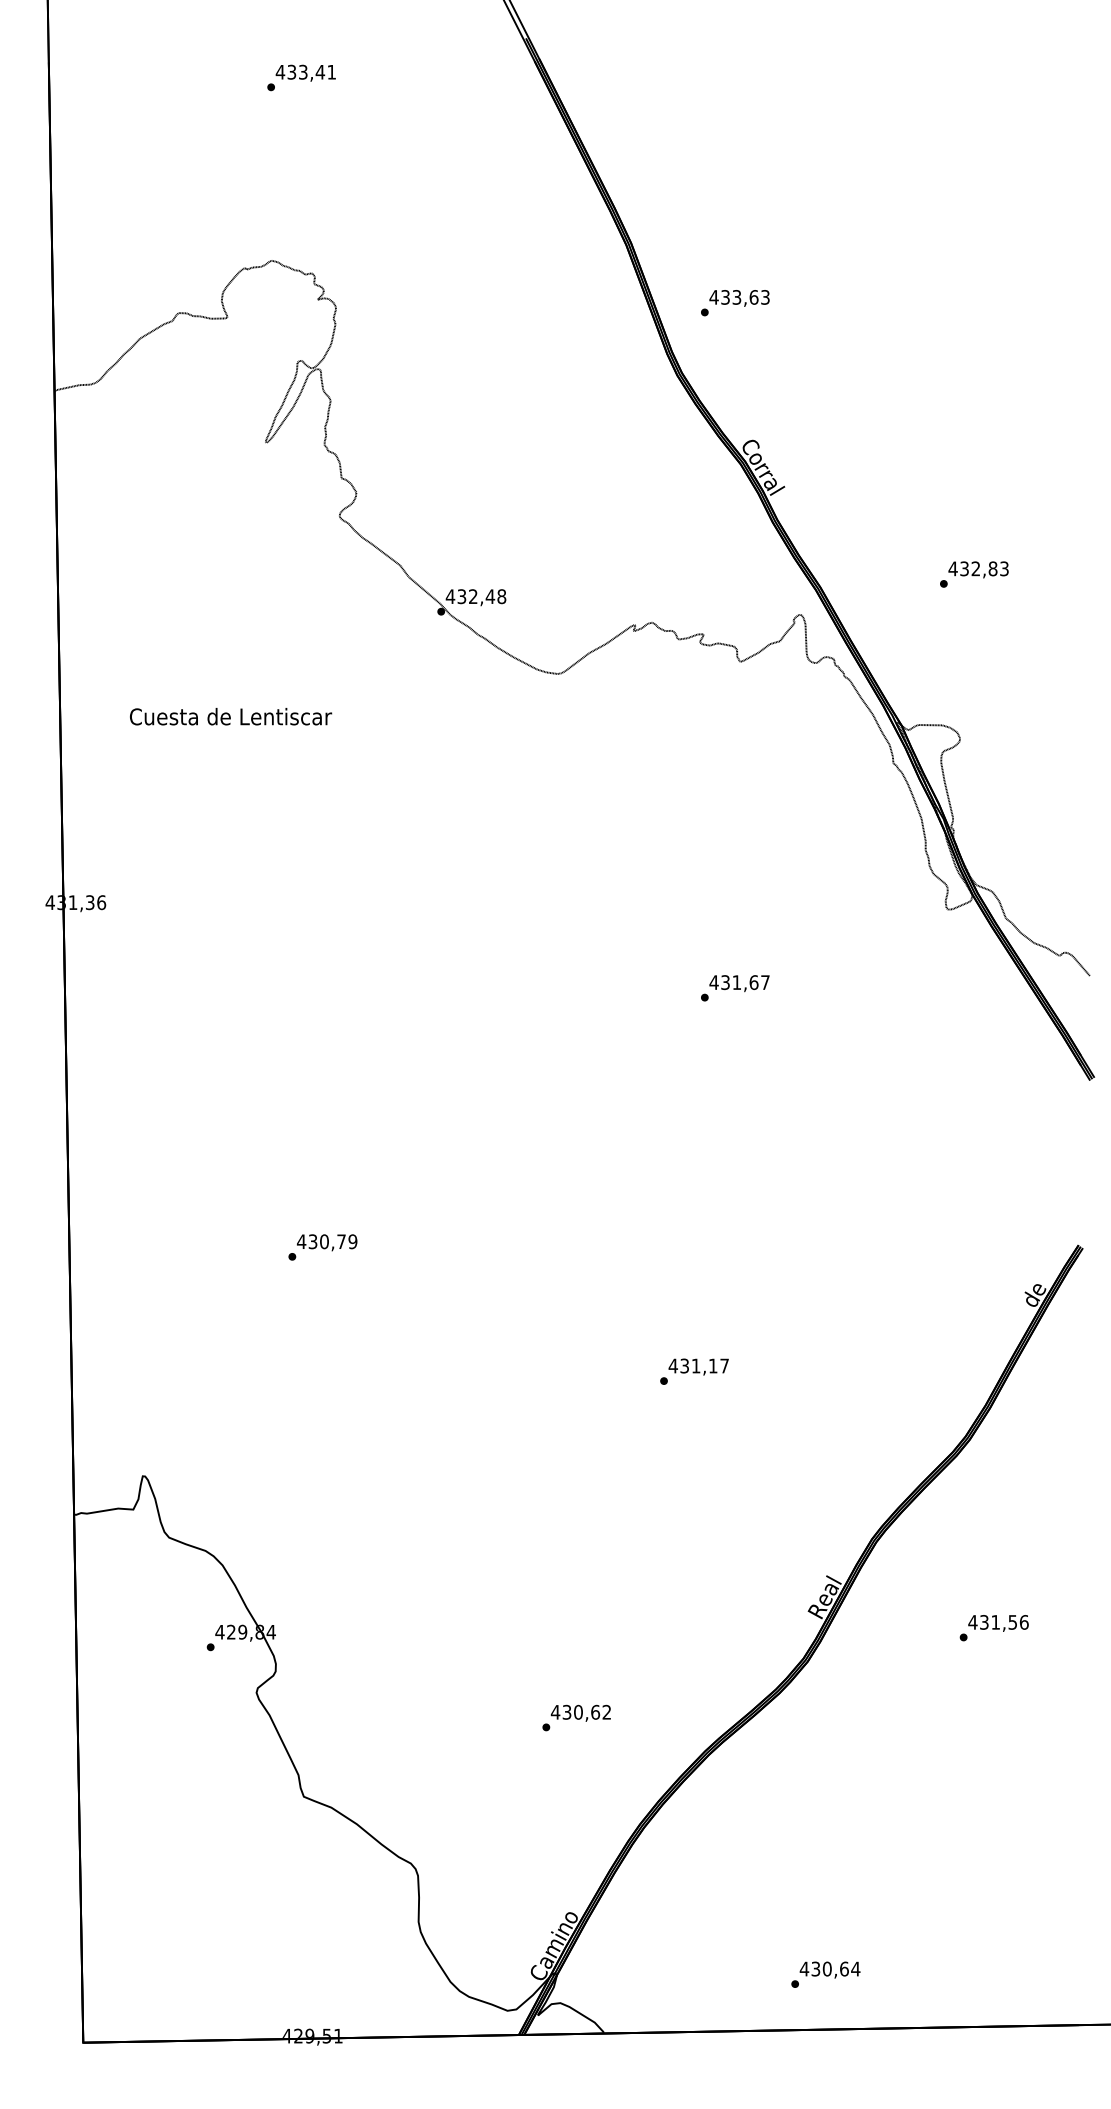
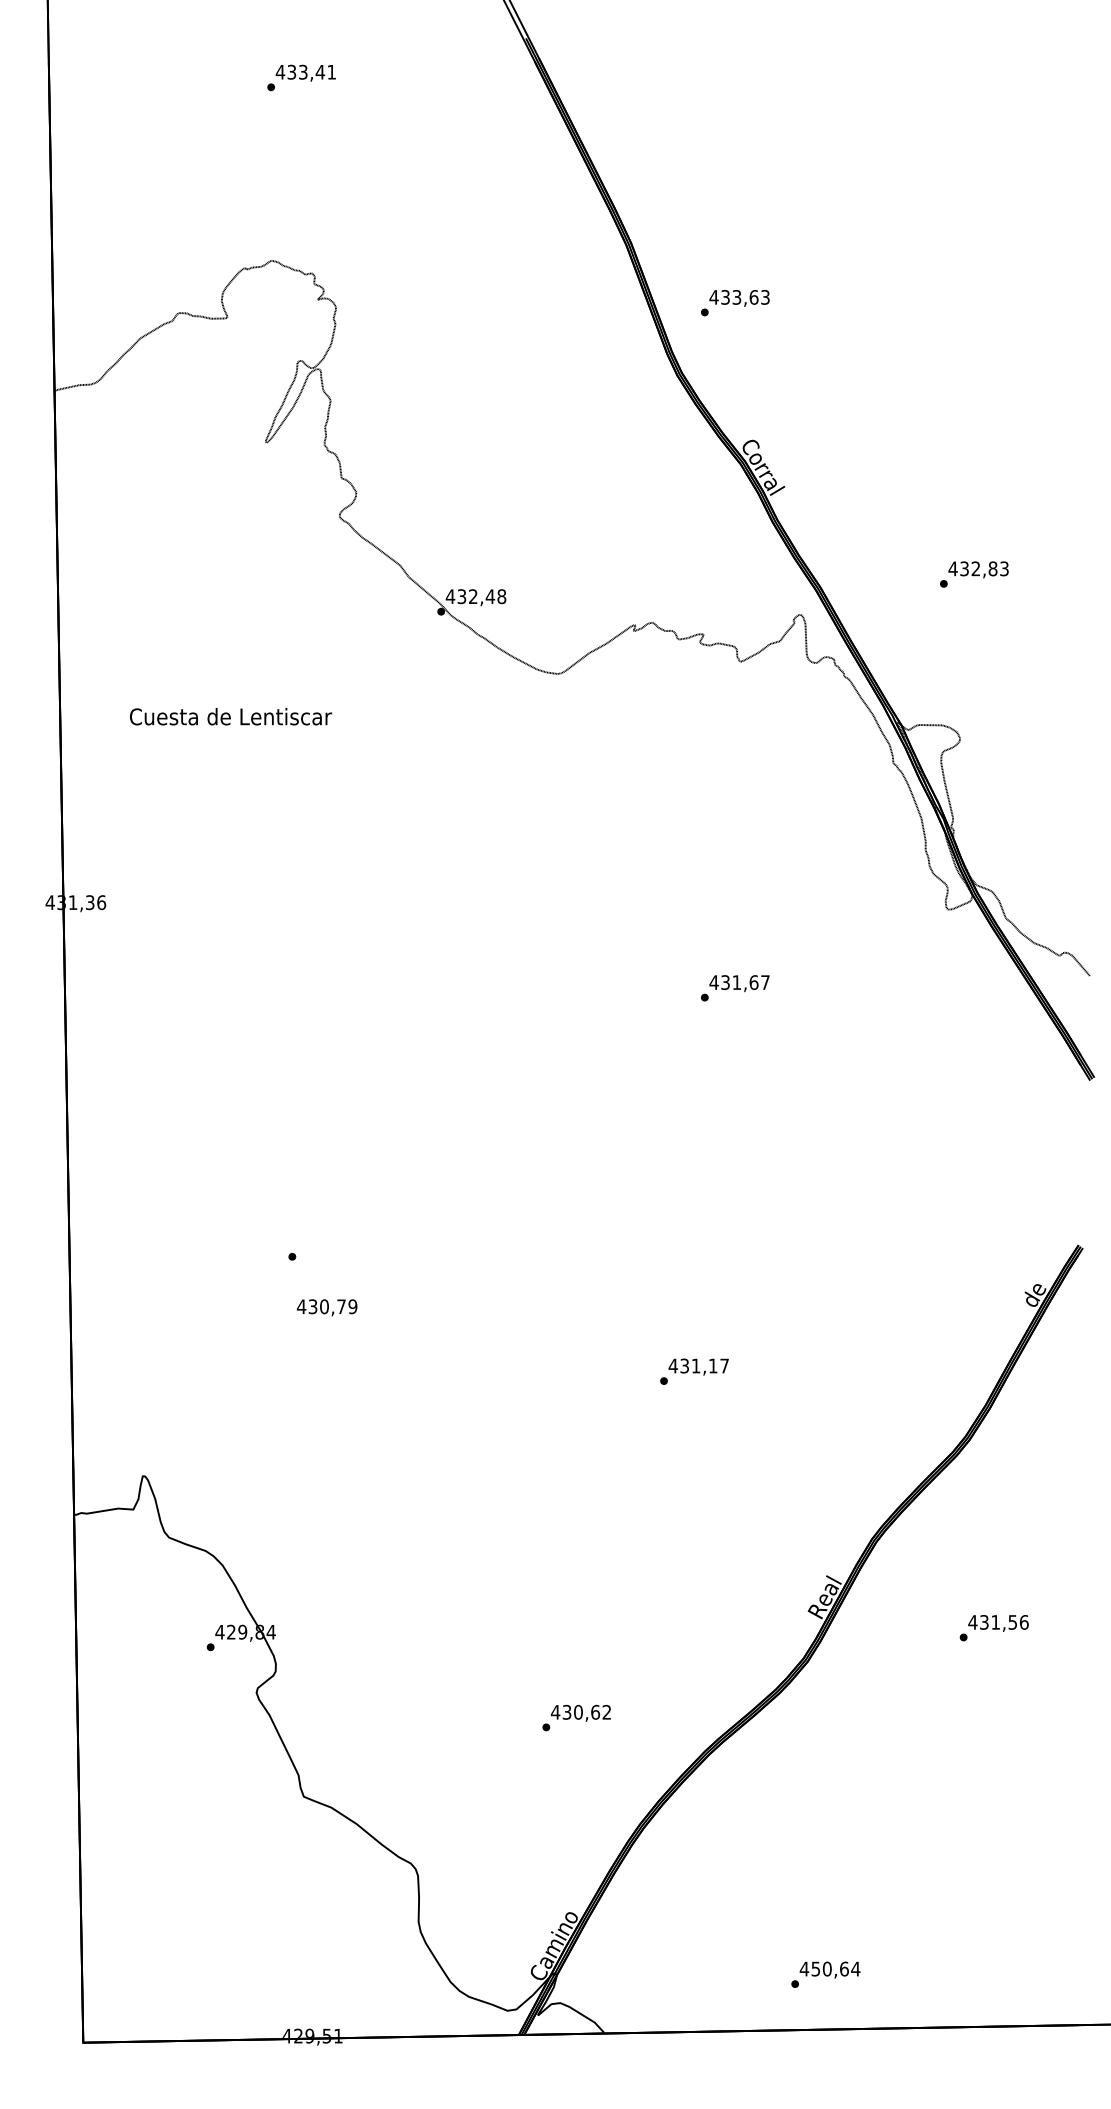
text at (327, 1242) position: (327, 1242) -> (327, 1307)
text at (816, 1968): 430,64 -> 450,64
